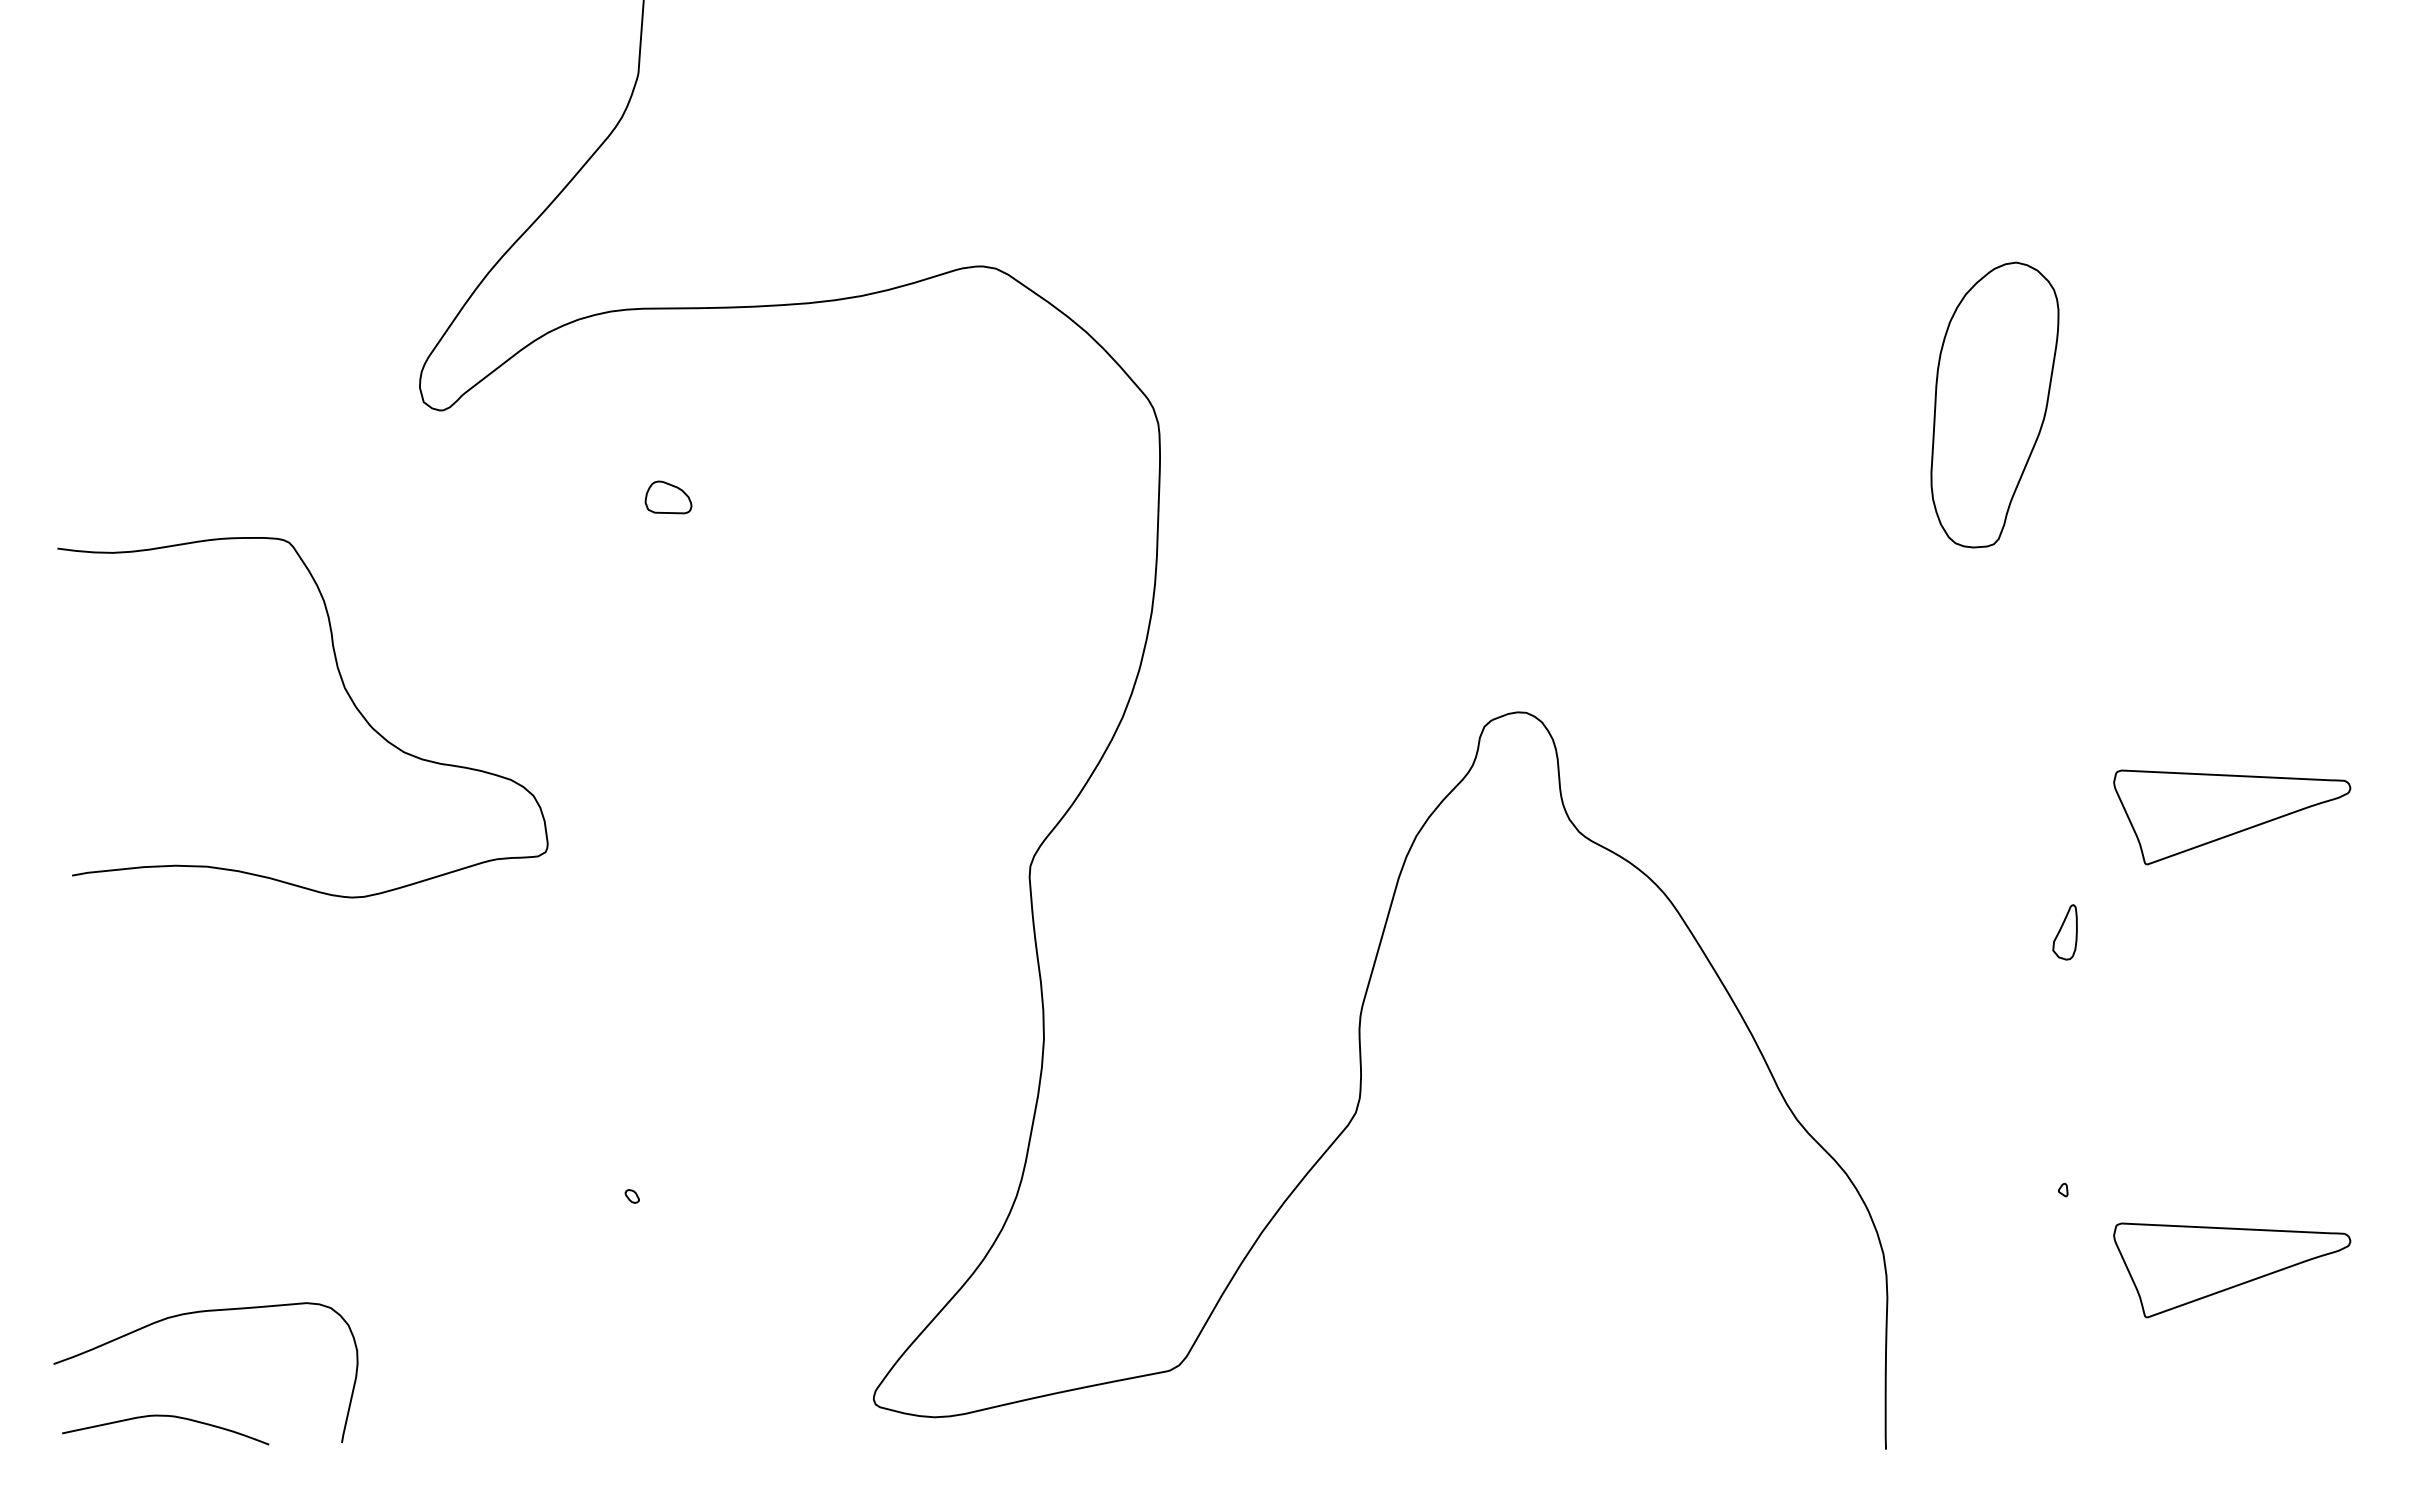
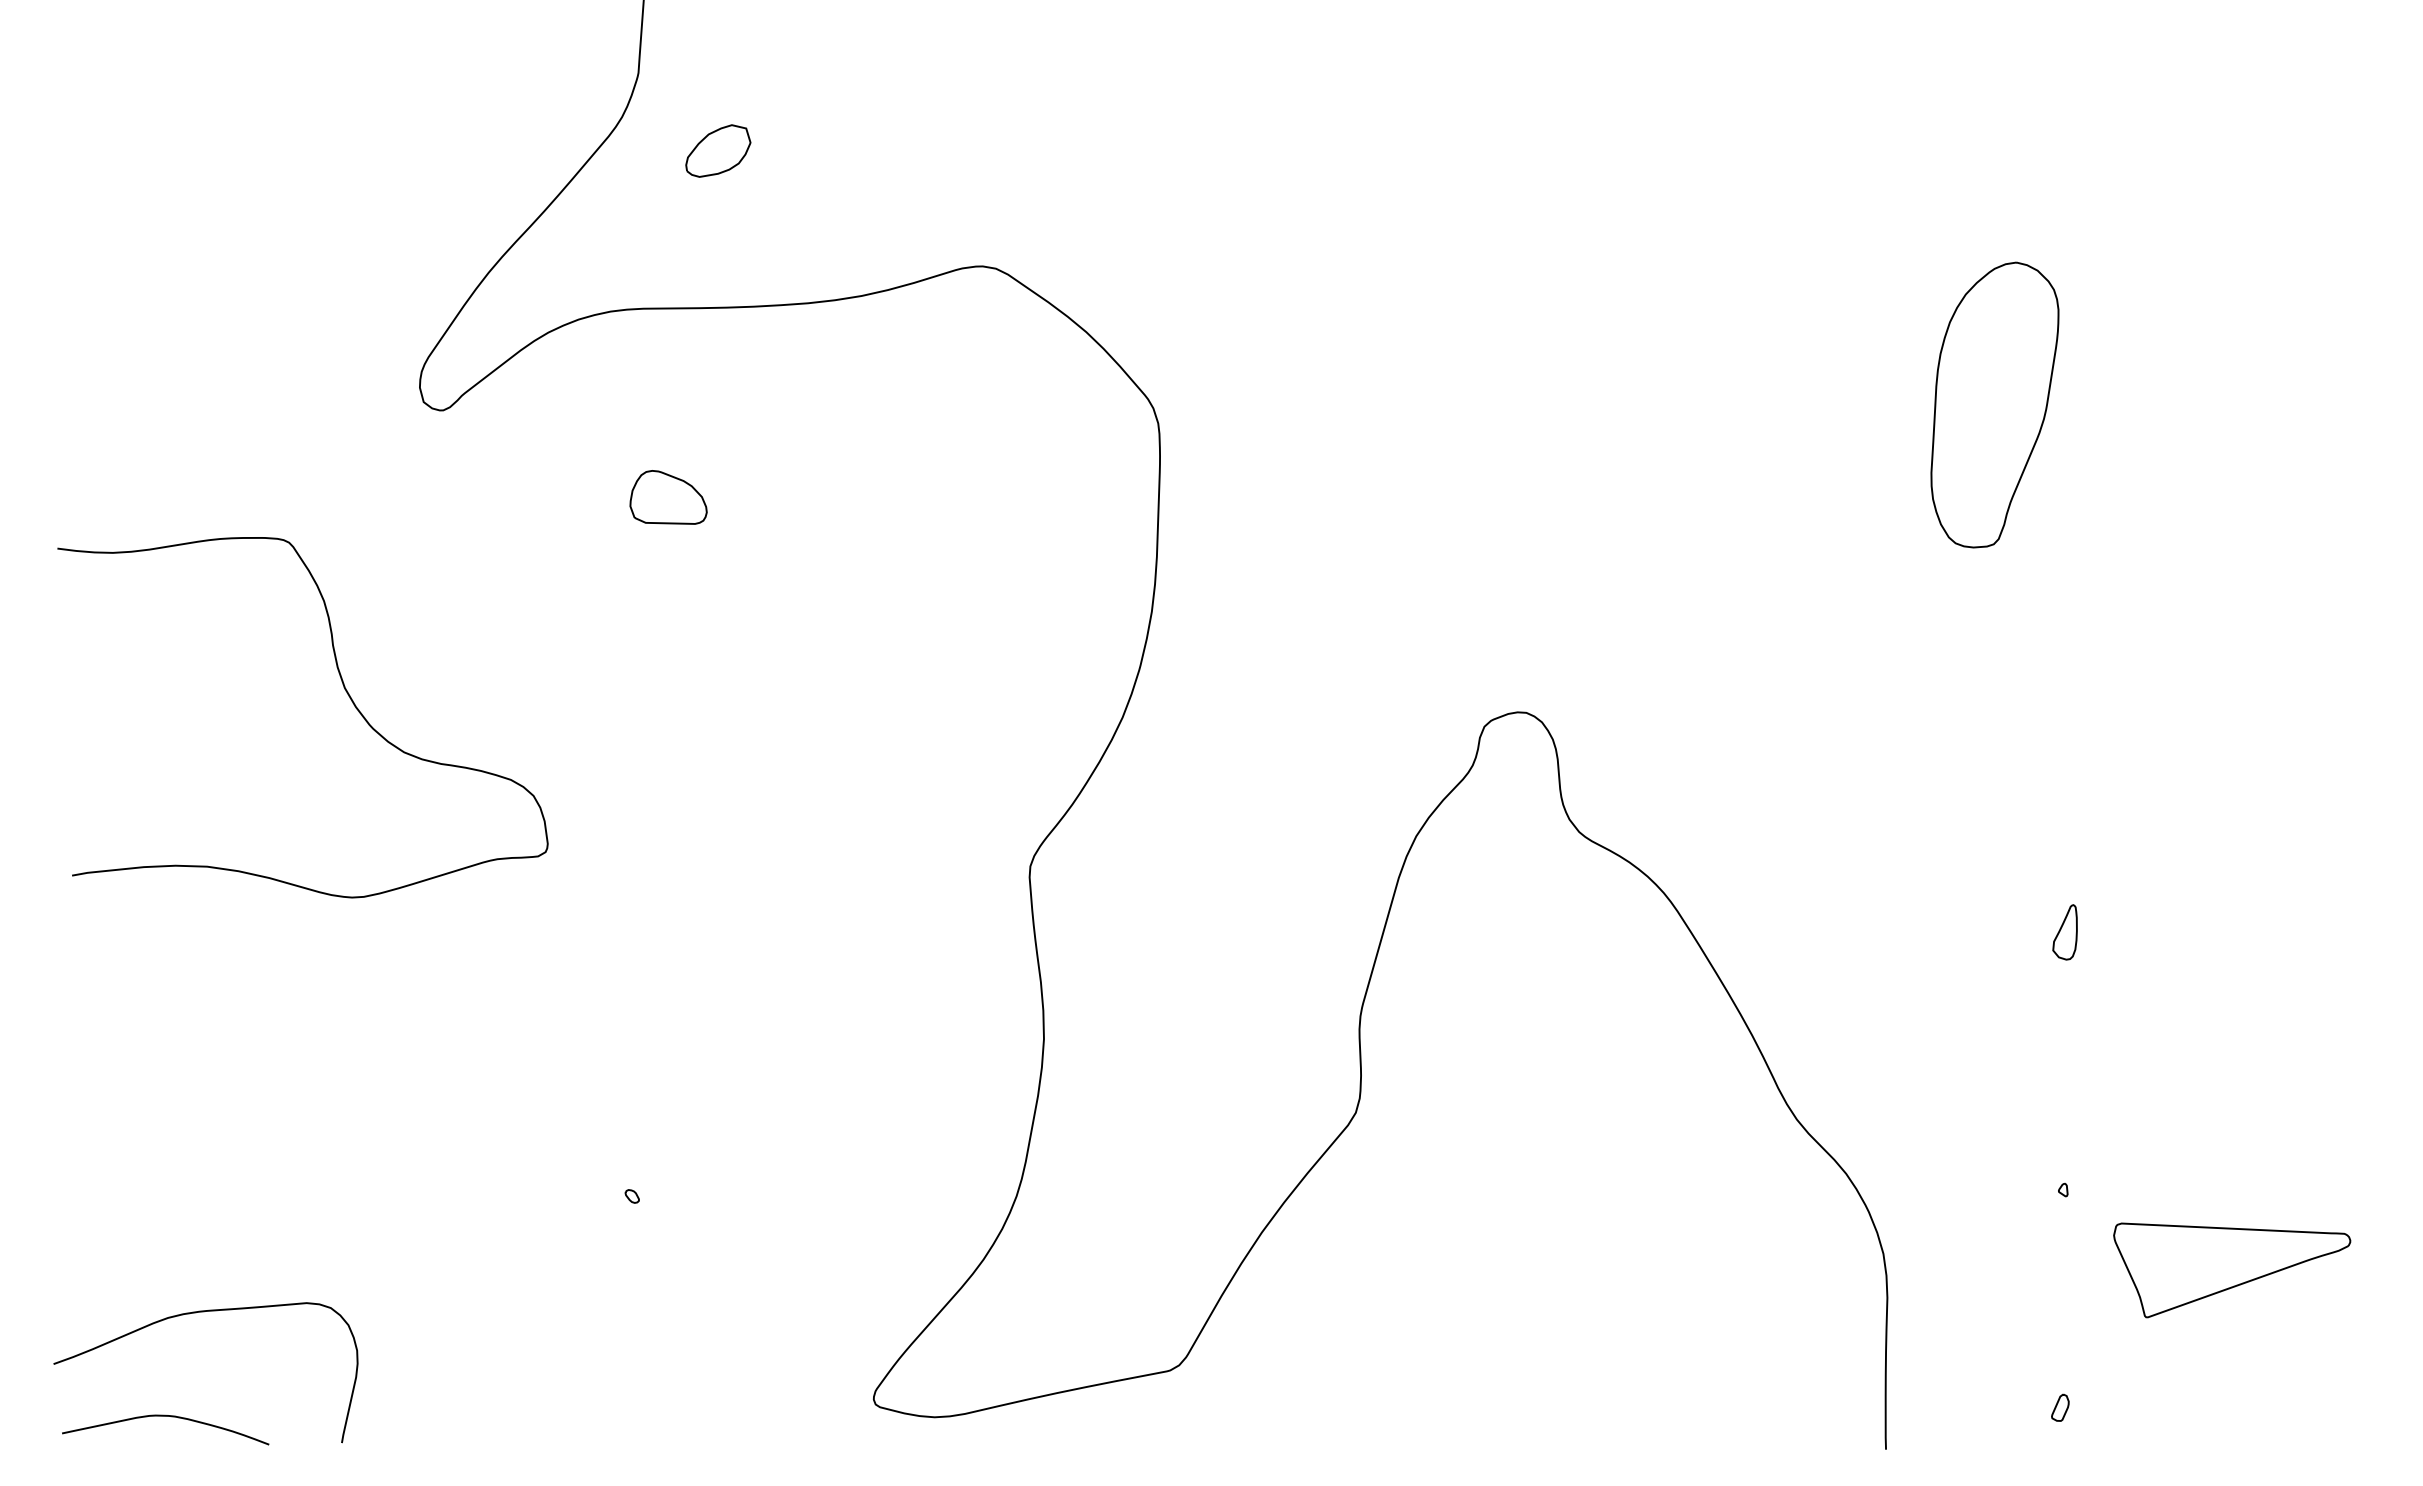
part at (718, 150): none -> present
part at (668, 497) size: 49x35 px -> 79x55 px
part at (2232, 817): present -> none
part at (2060, 1407): none -> present
